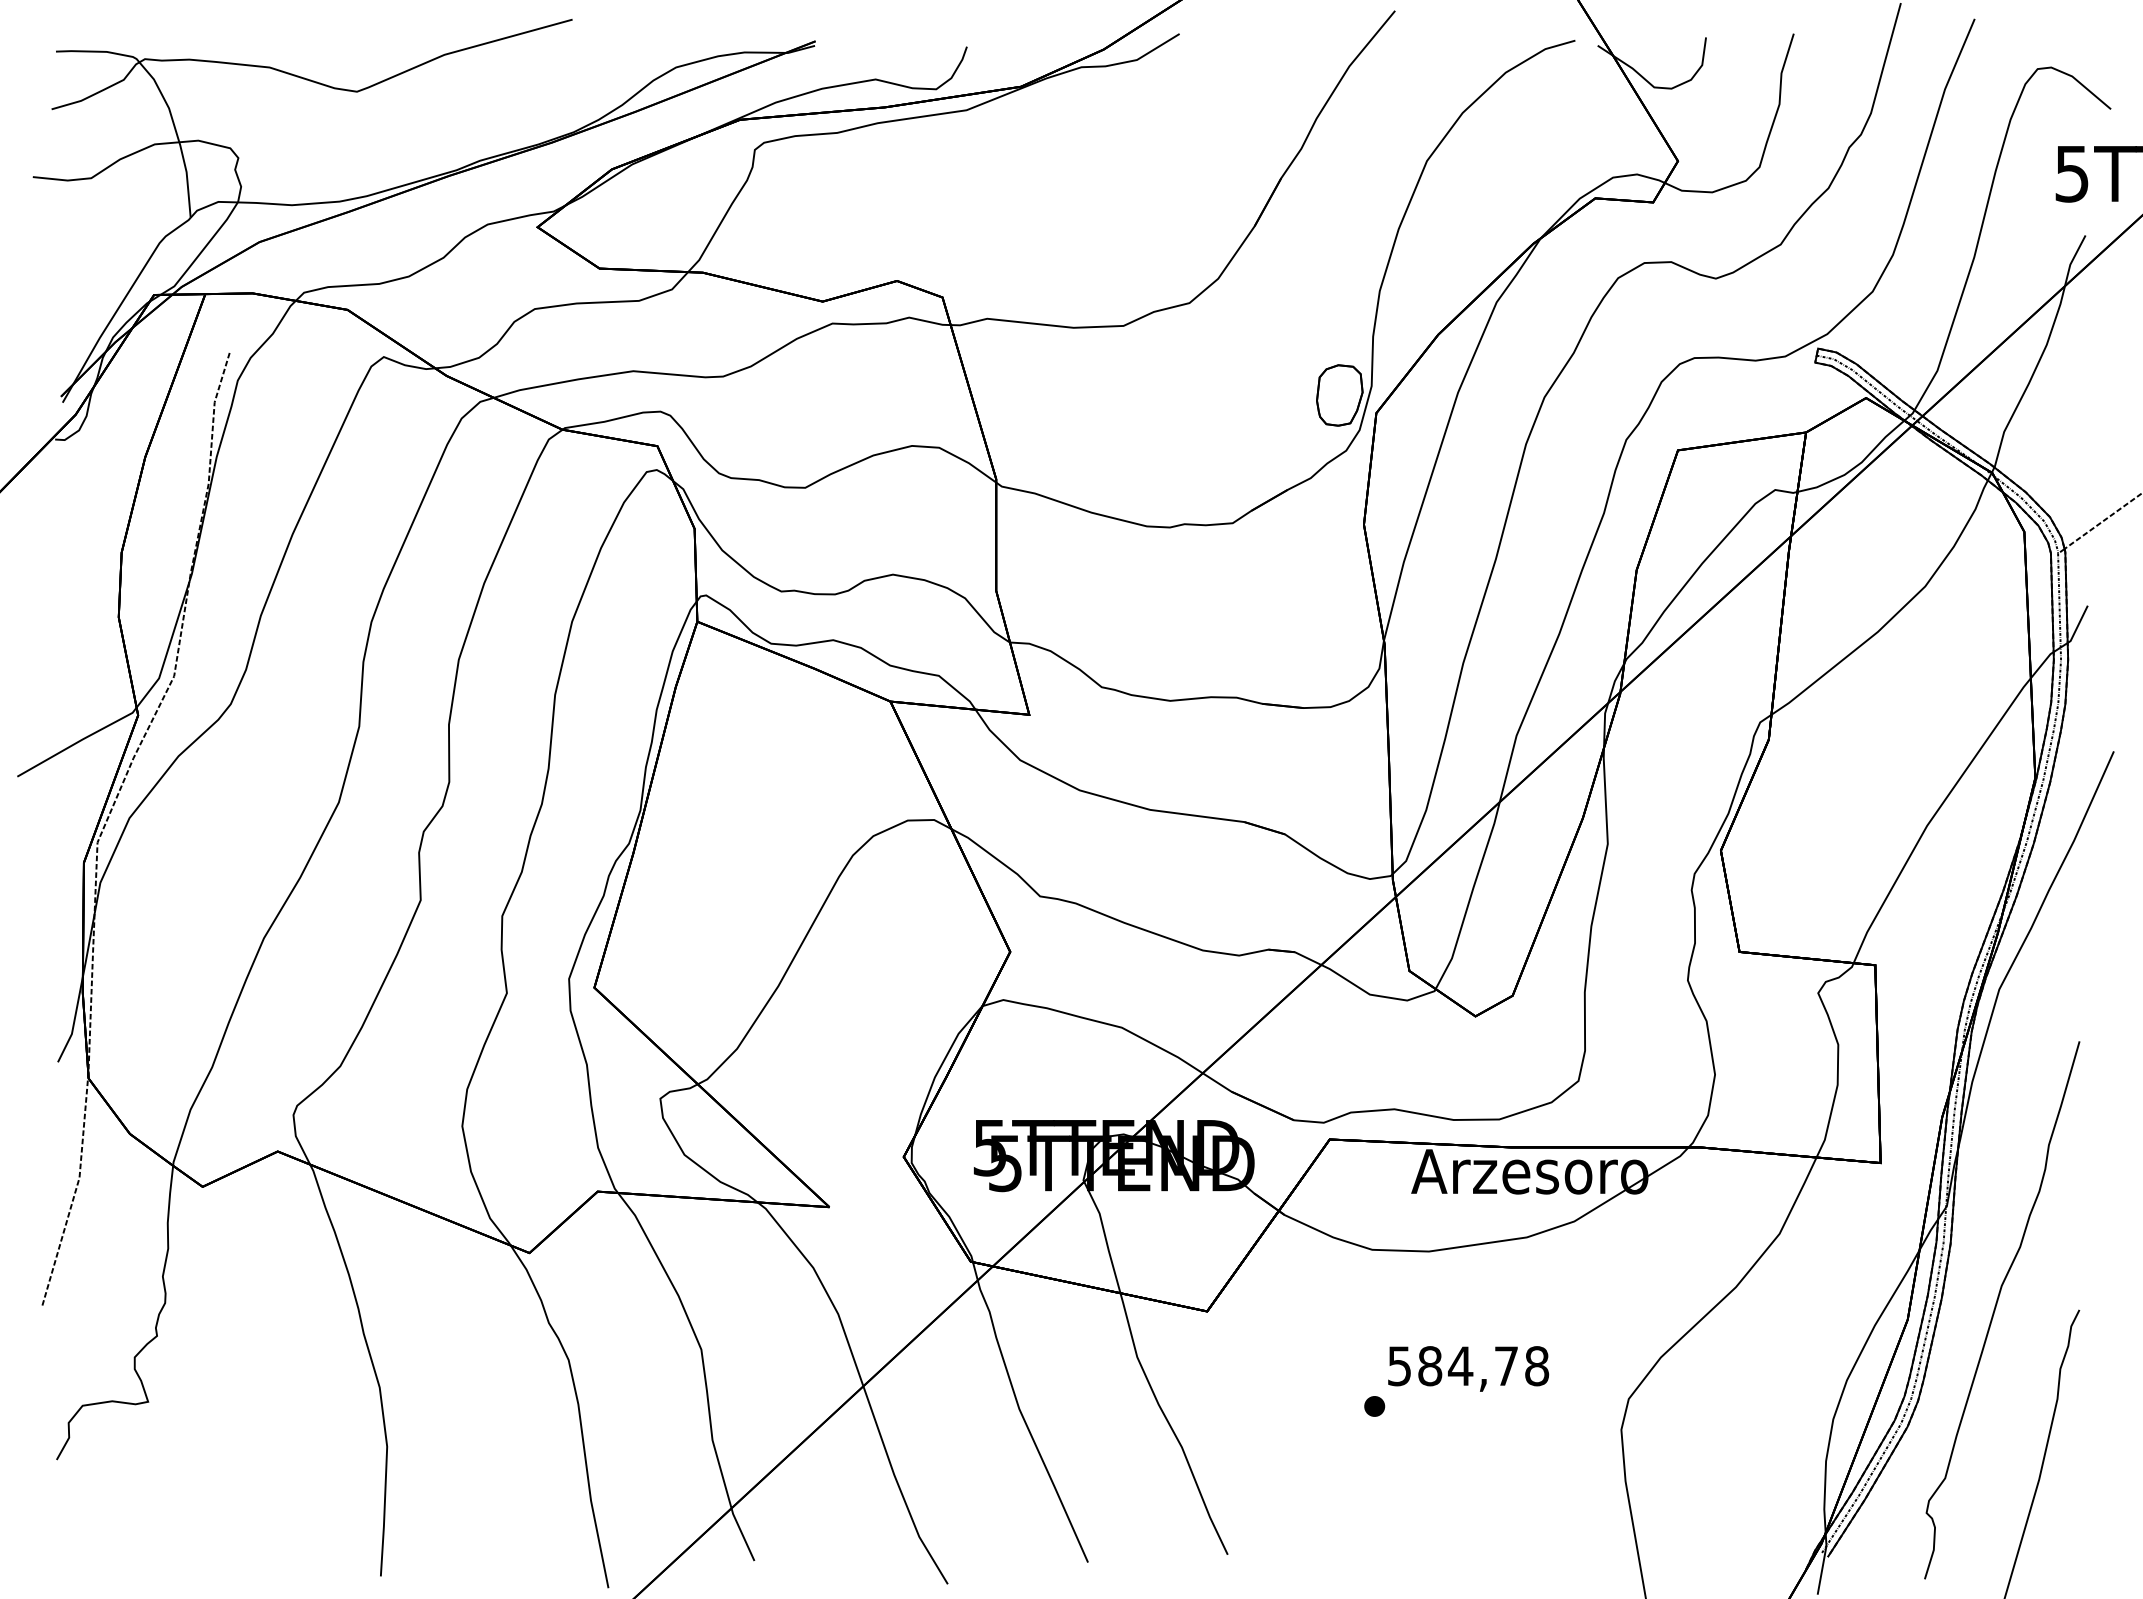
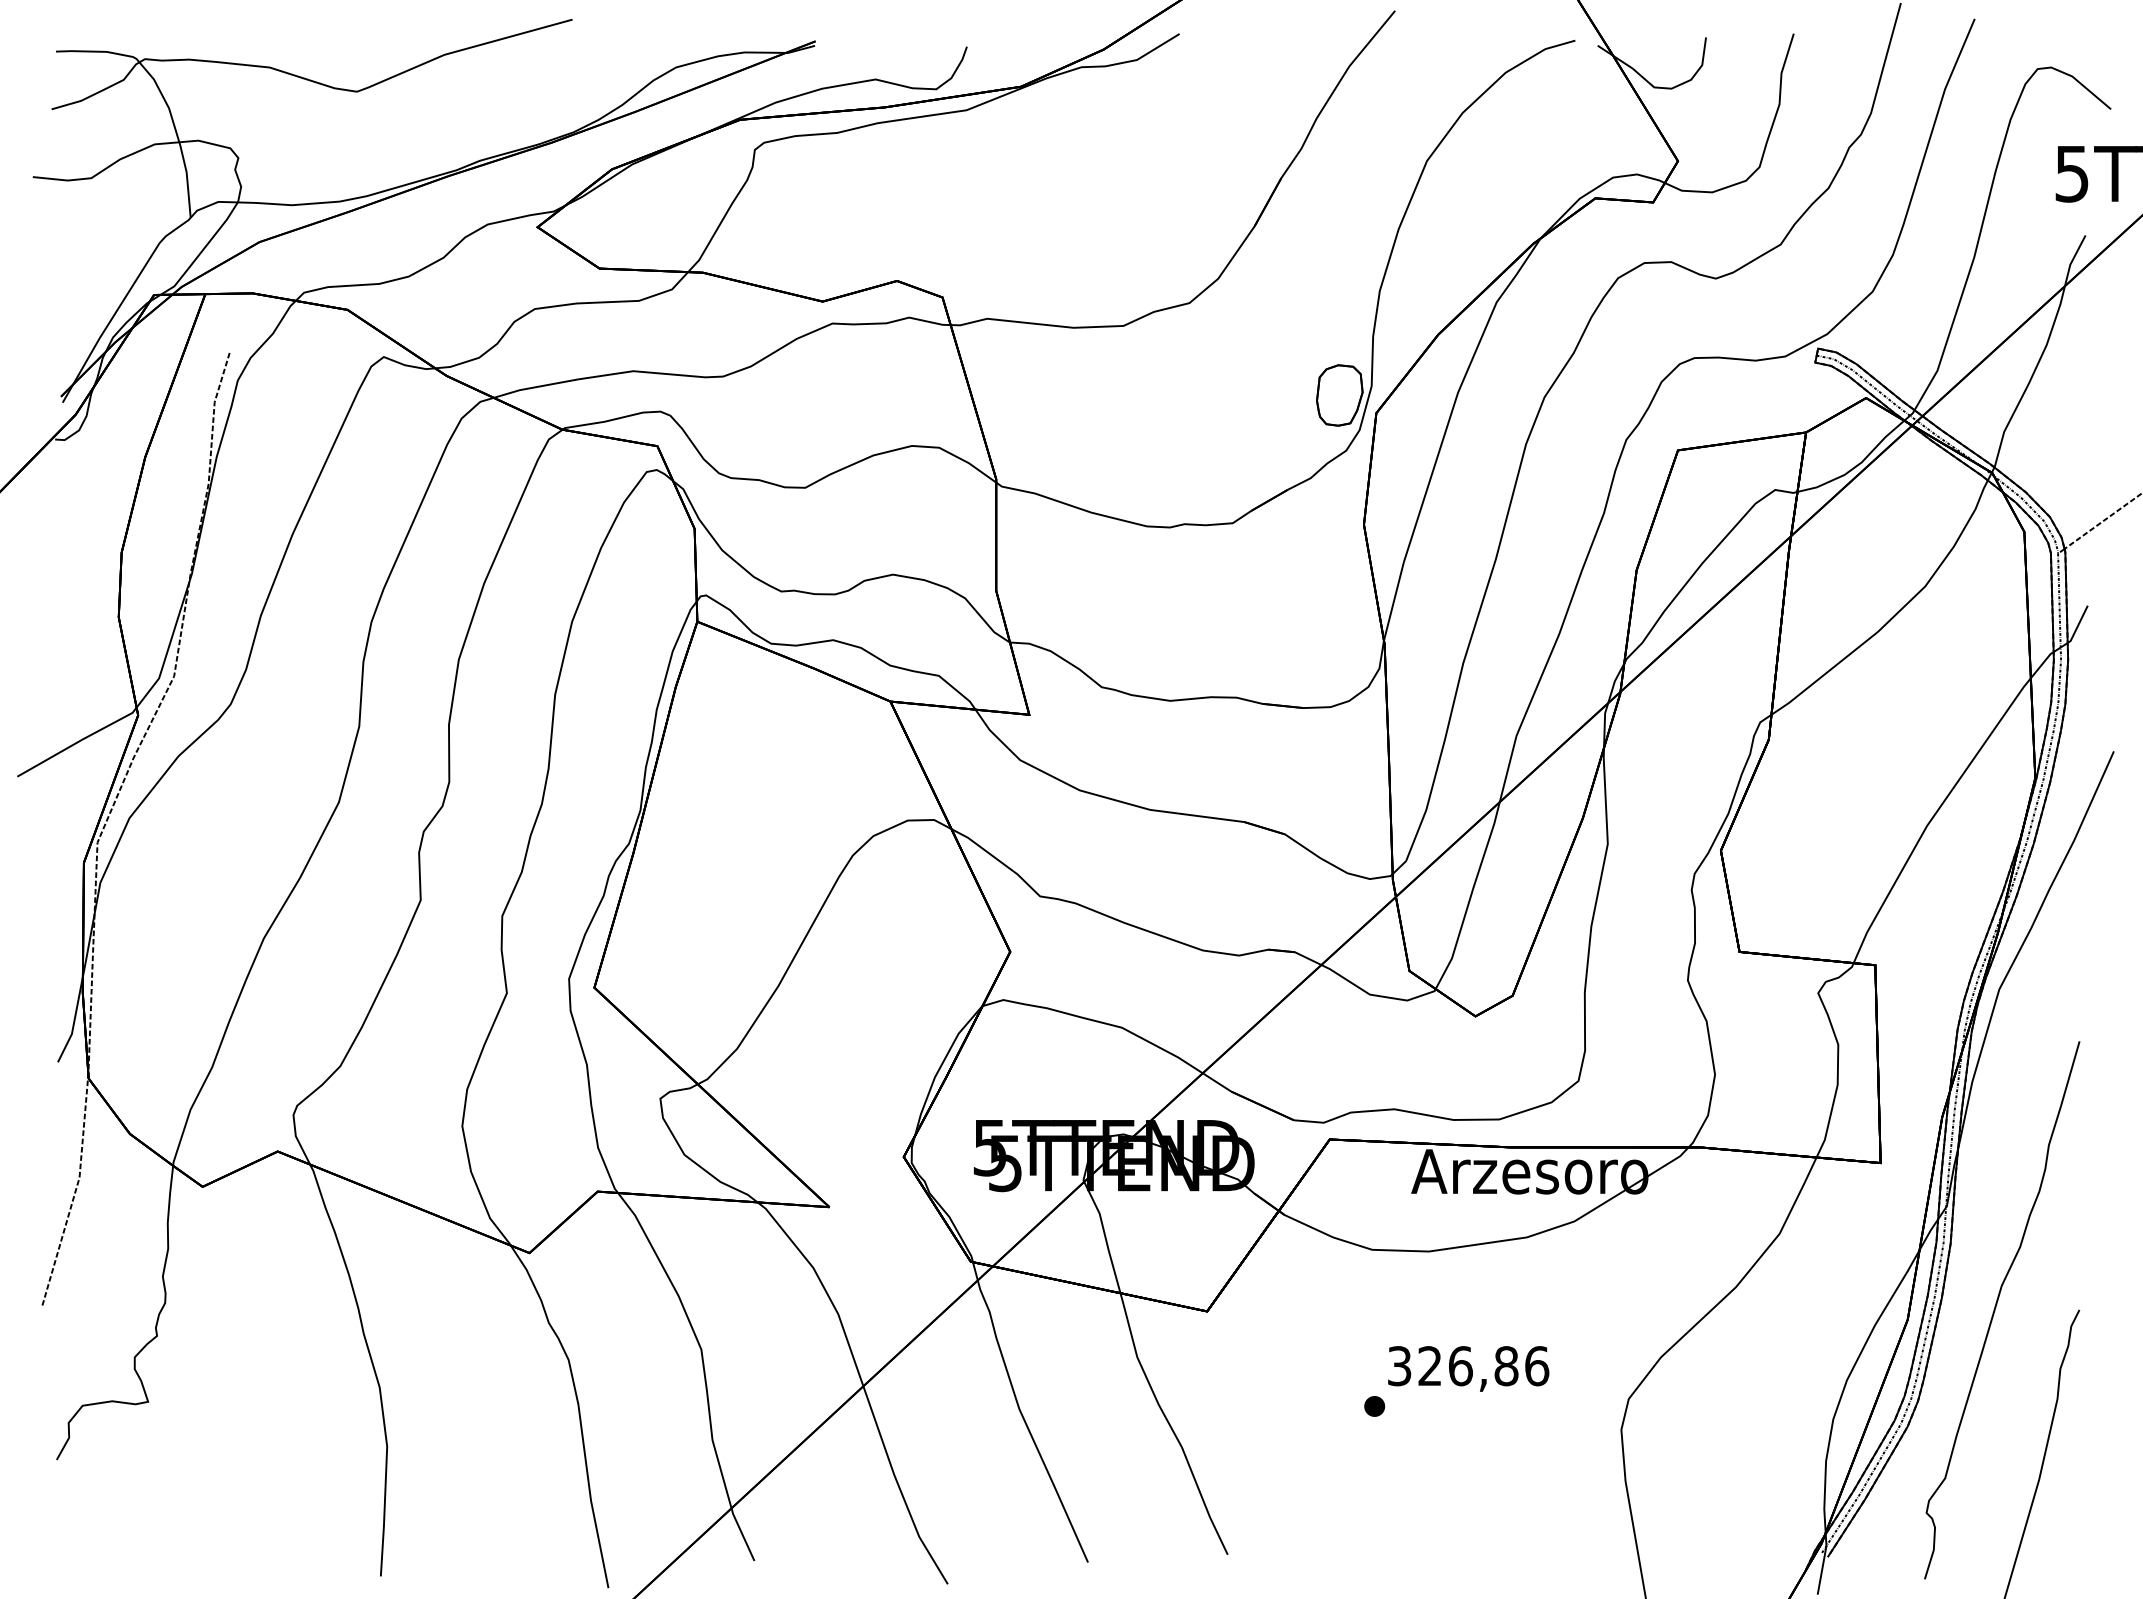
text at (1468, 1366): 584,78 -> 326,86
